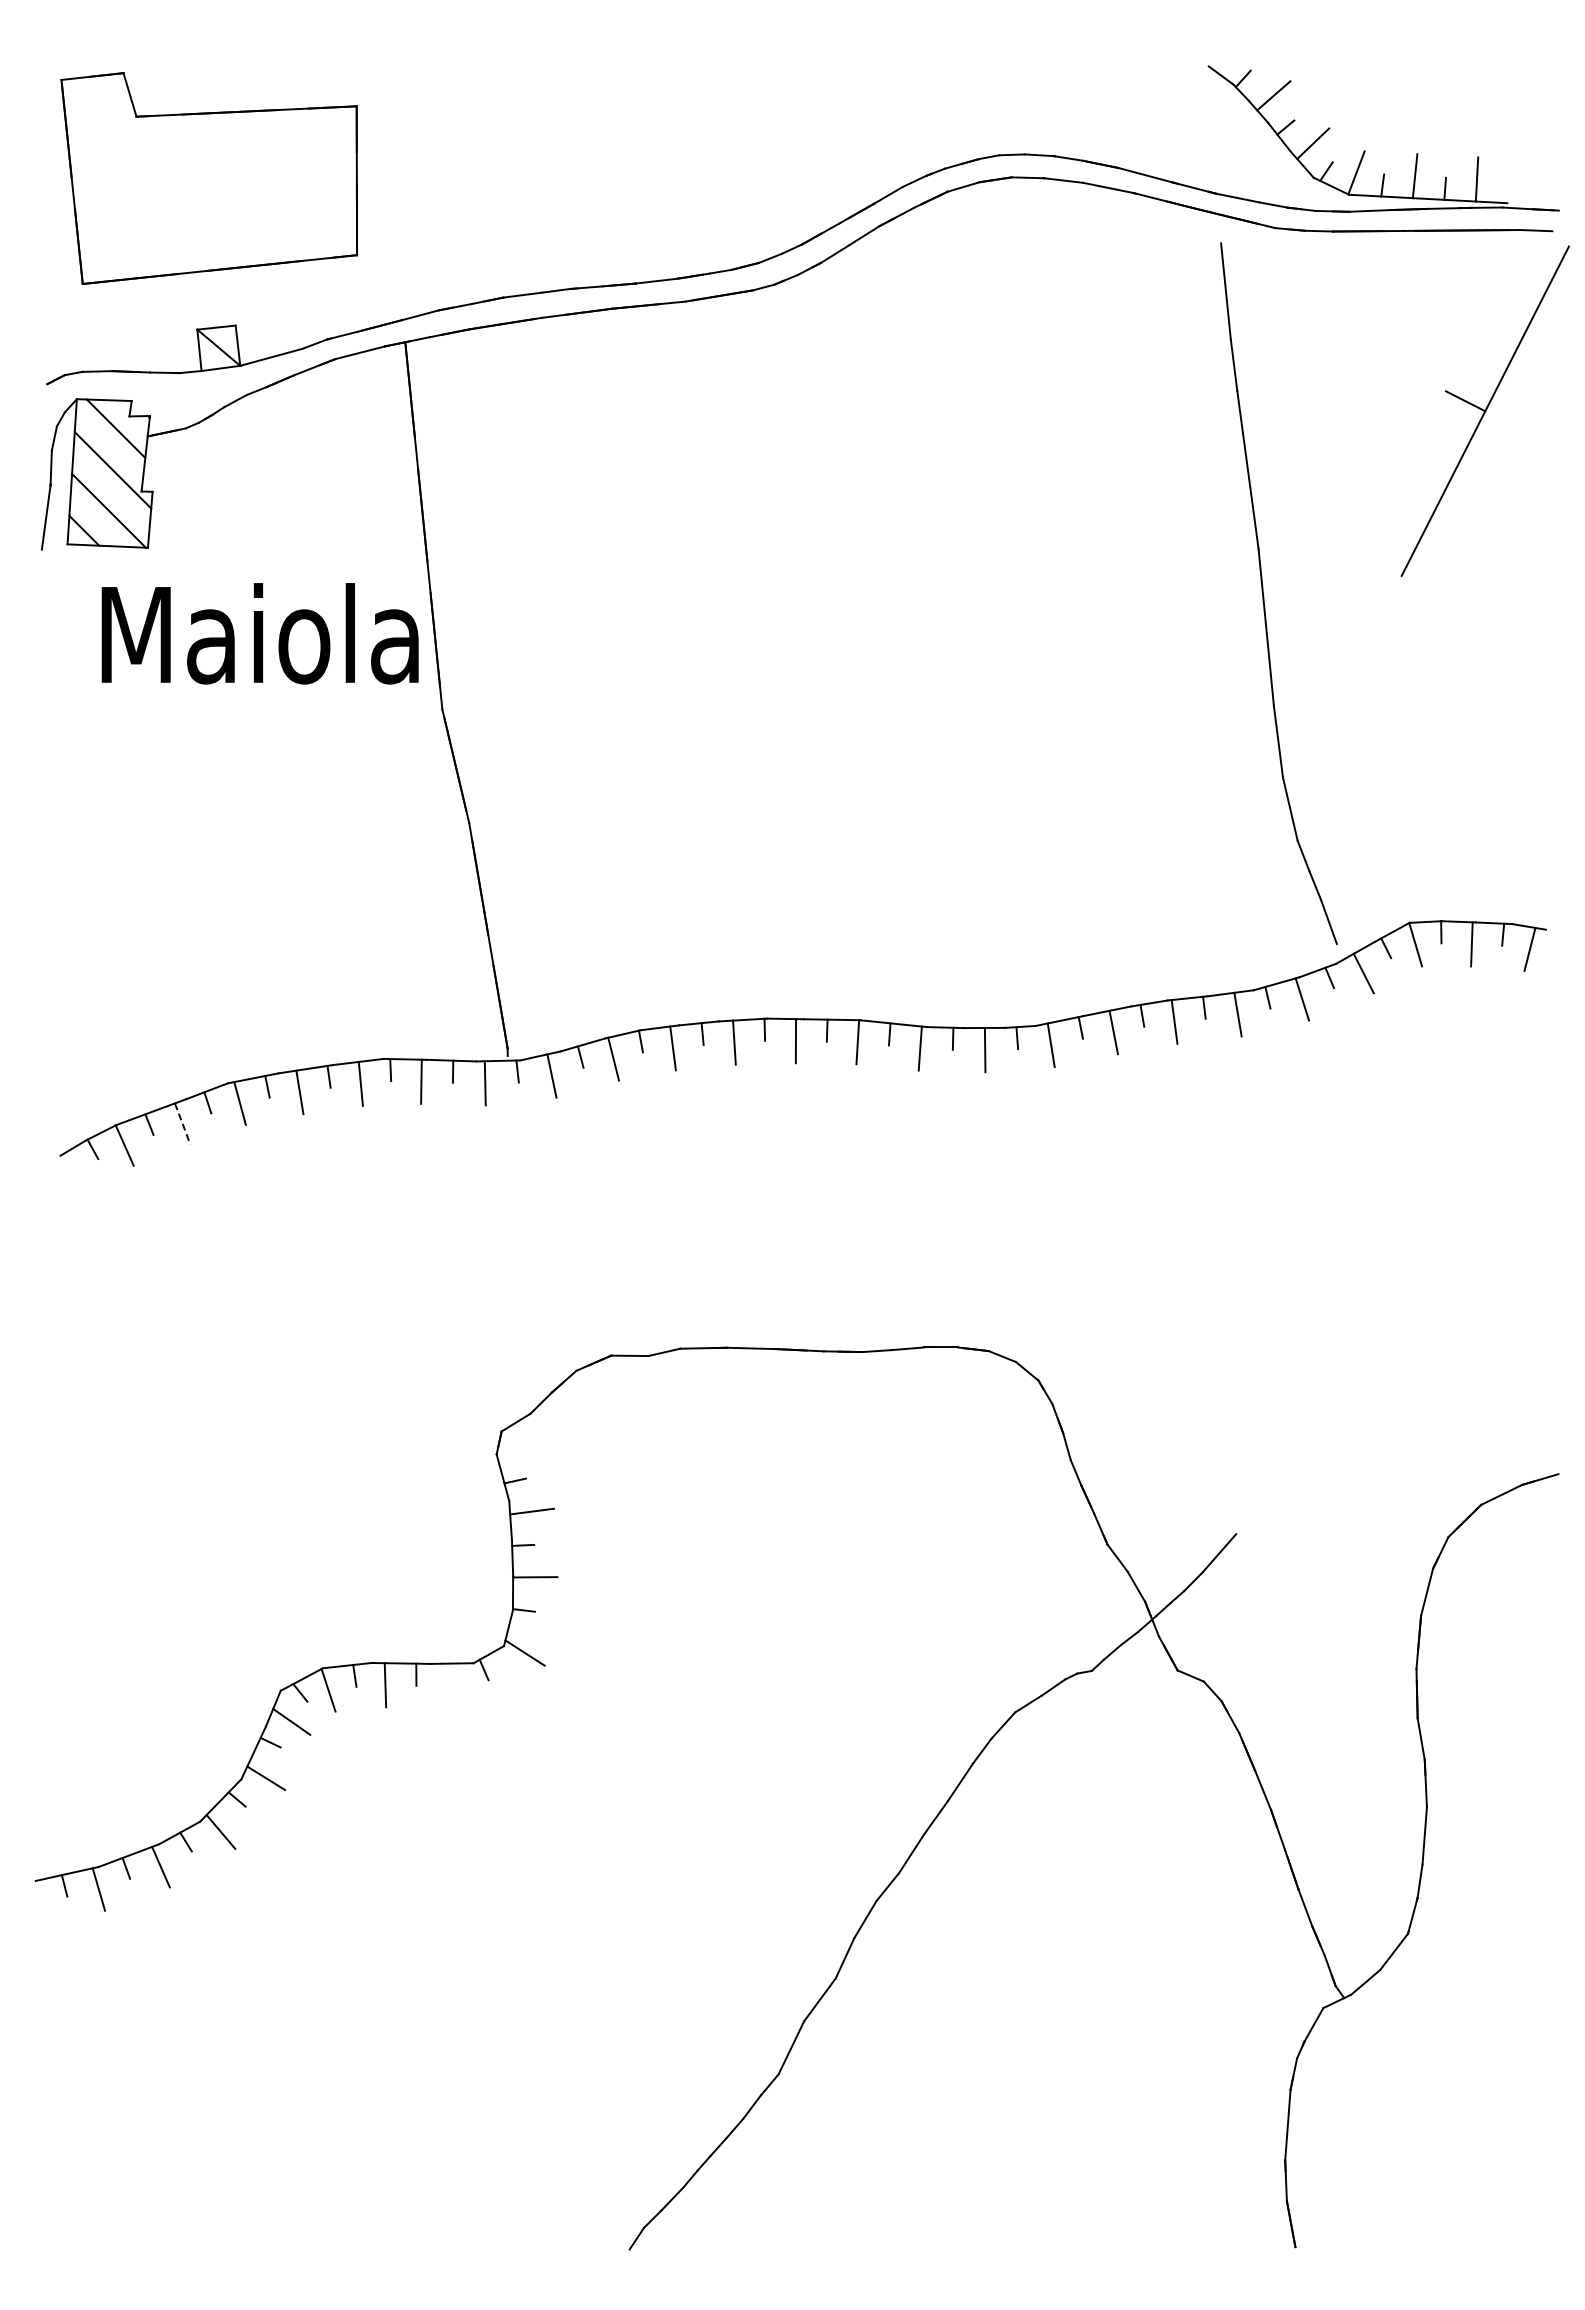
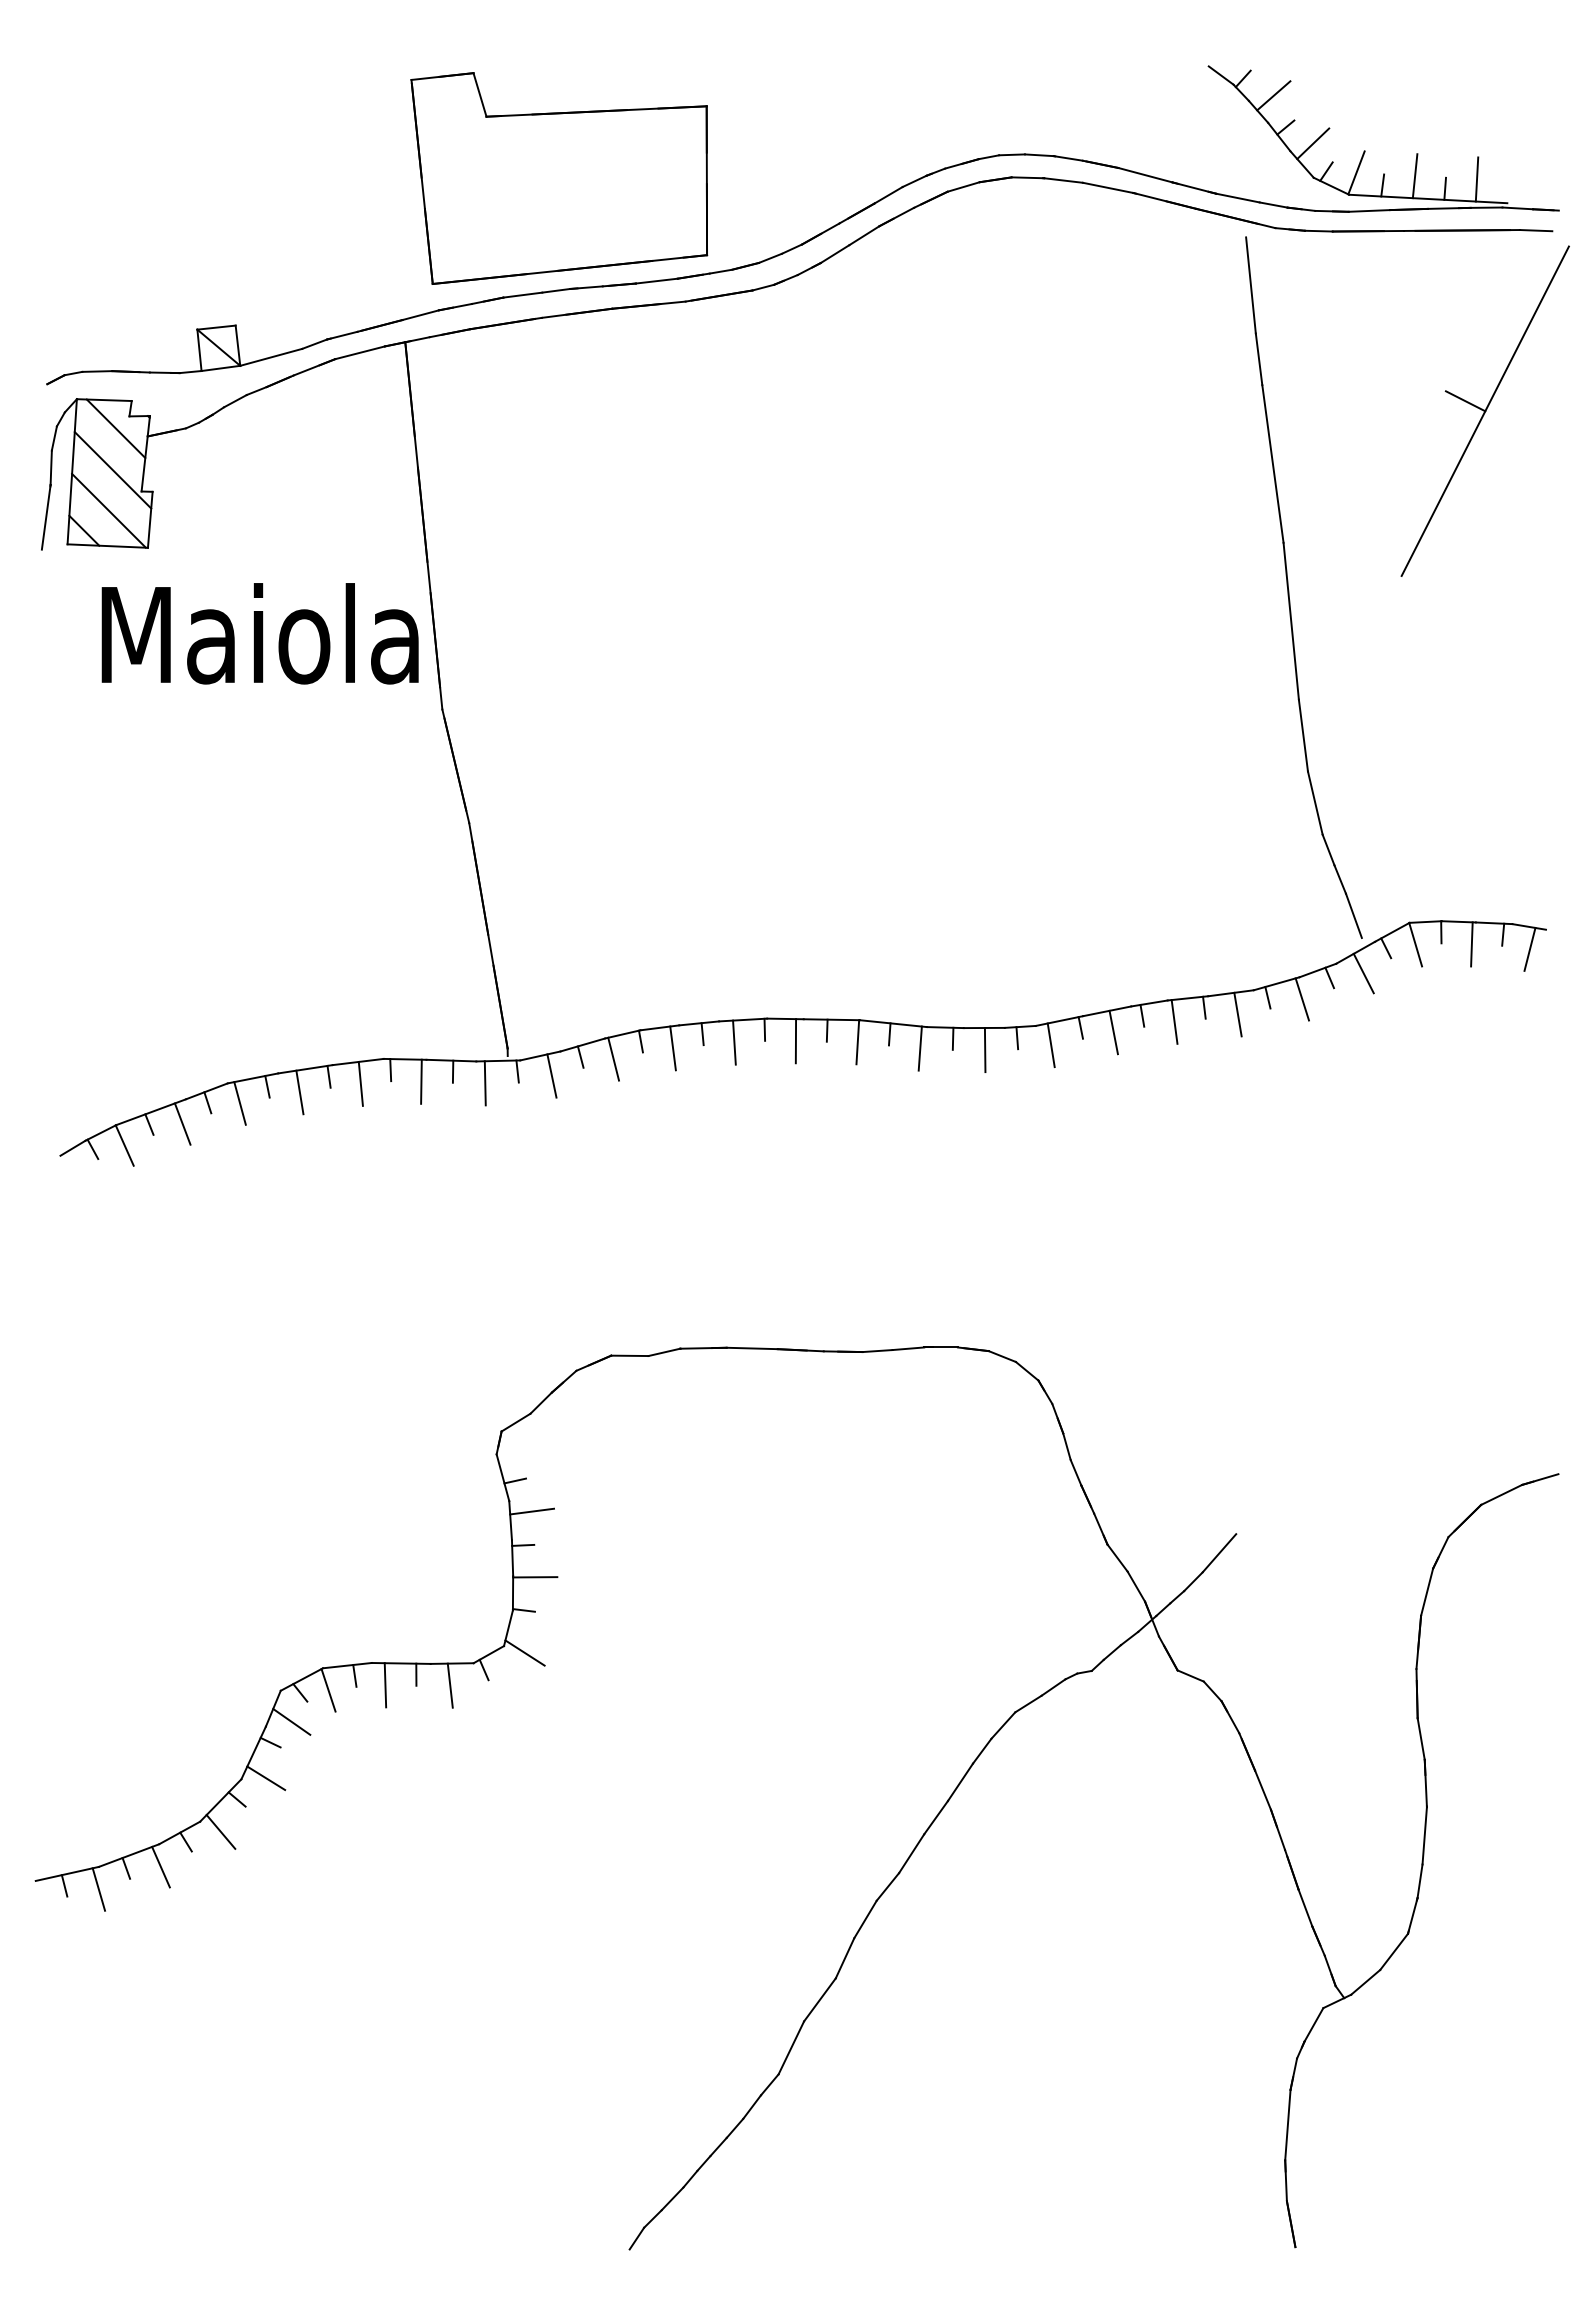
part at (209, 178) position: (209, 178) -> (559, 178)
part at (1264, 596) position: (1264, 596) -> (1289, 590)
line at (182, 1124): dashed -> solid
line at (449, 1685): none -> present
